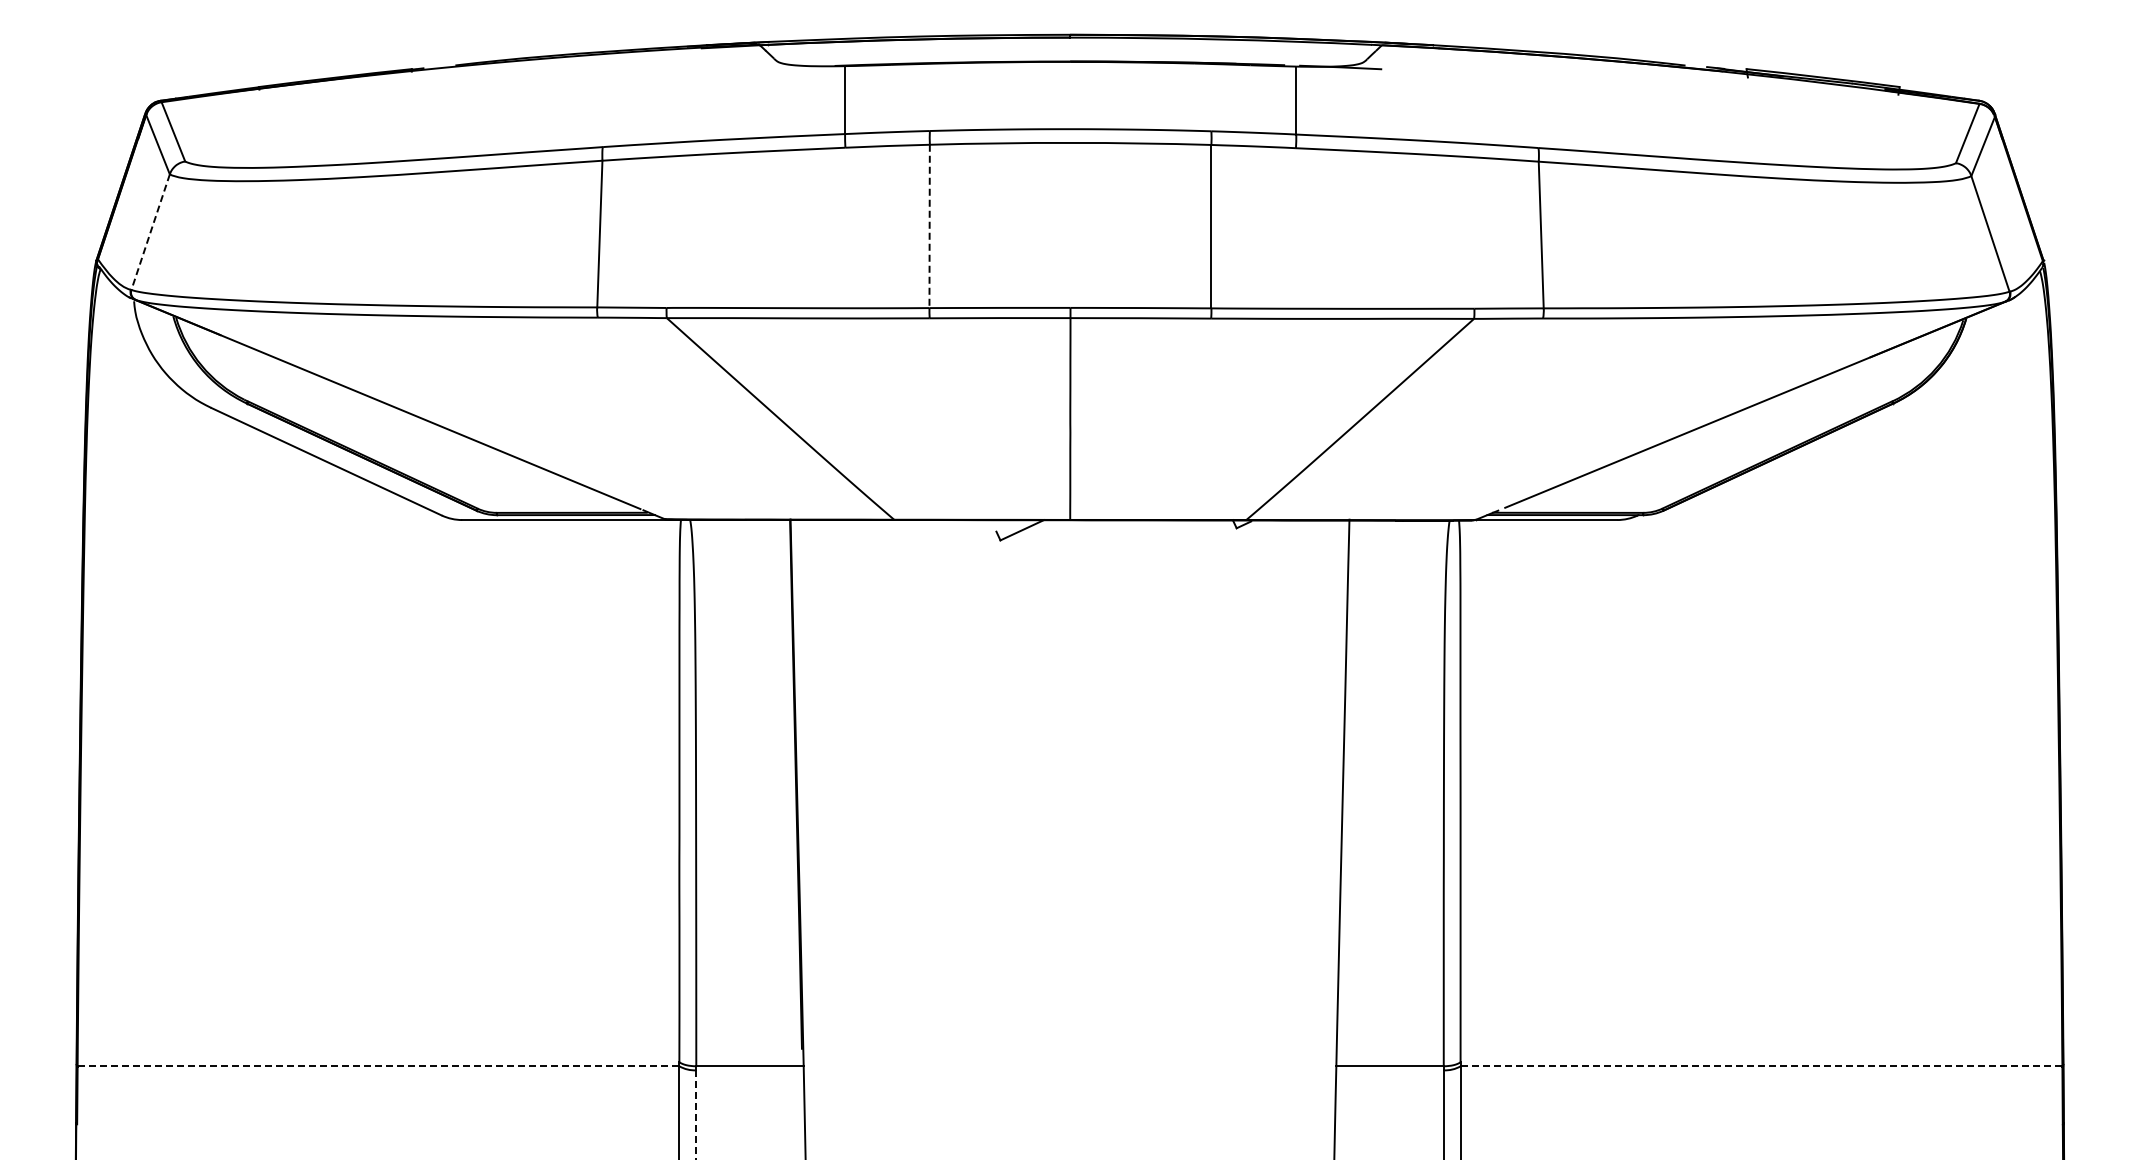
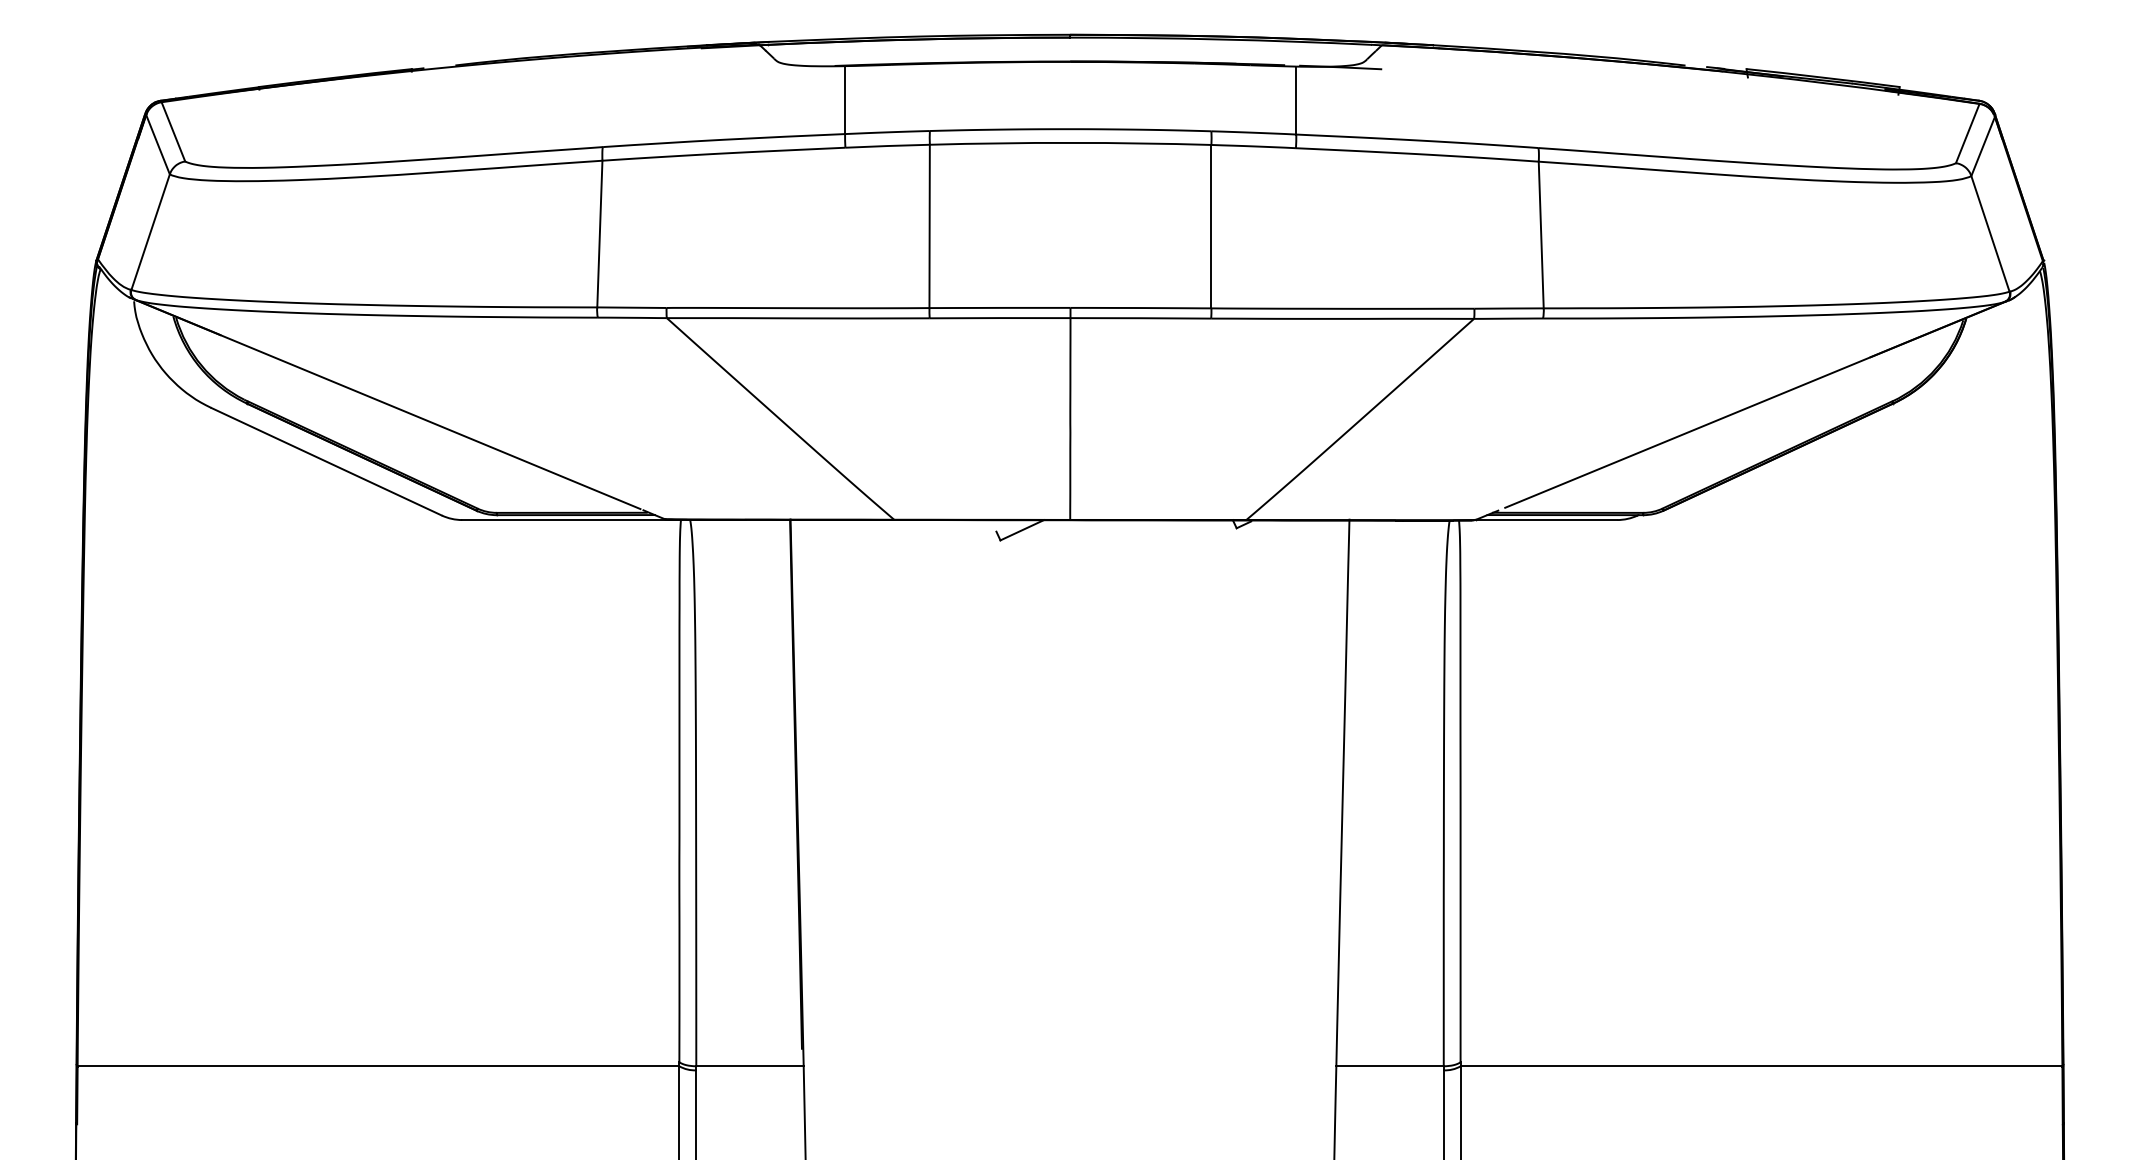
line at (929, 226): dashed -> solid
line at (150, 232): dashed -> solid
line at (378, 1066): dashed -> solid
line at (1761, 1066): dashed -> solid
line at (696, 1115): dashed -> solid
